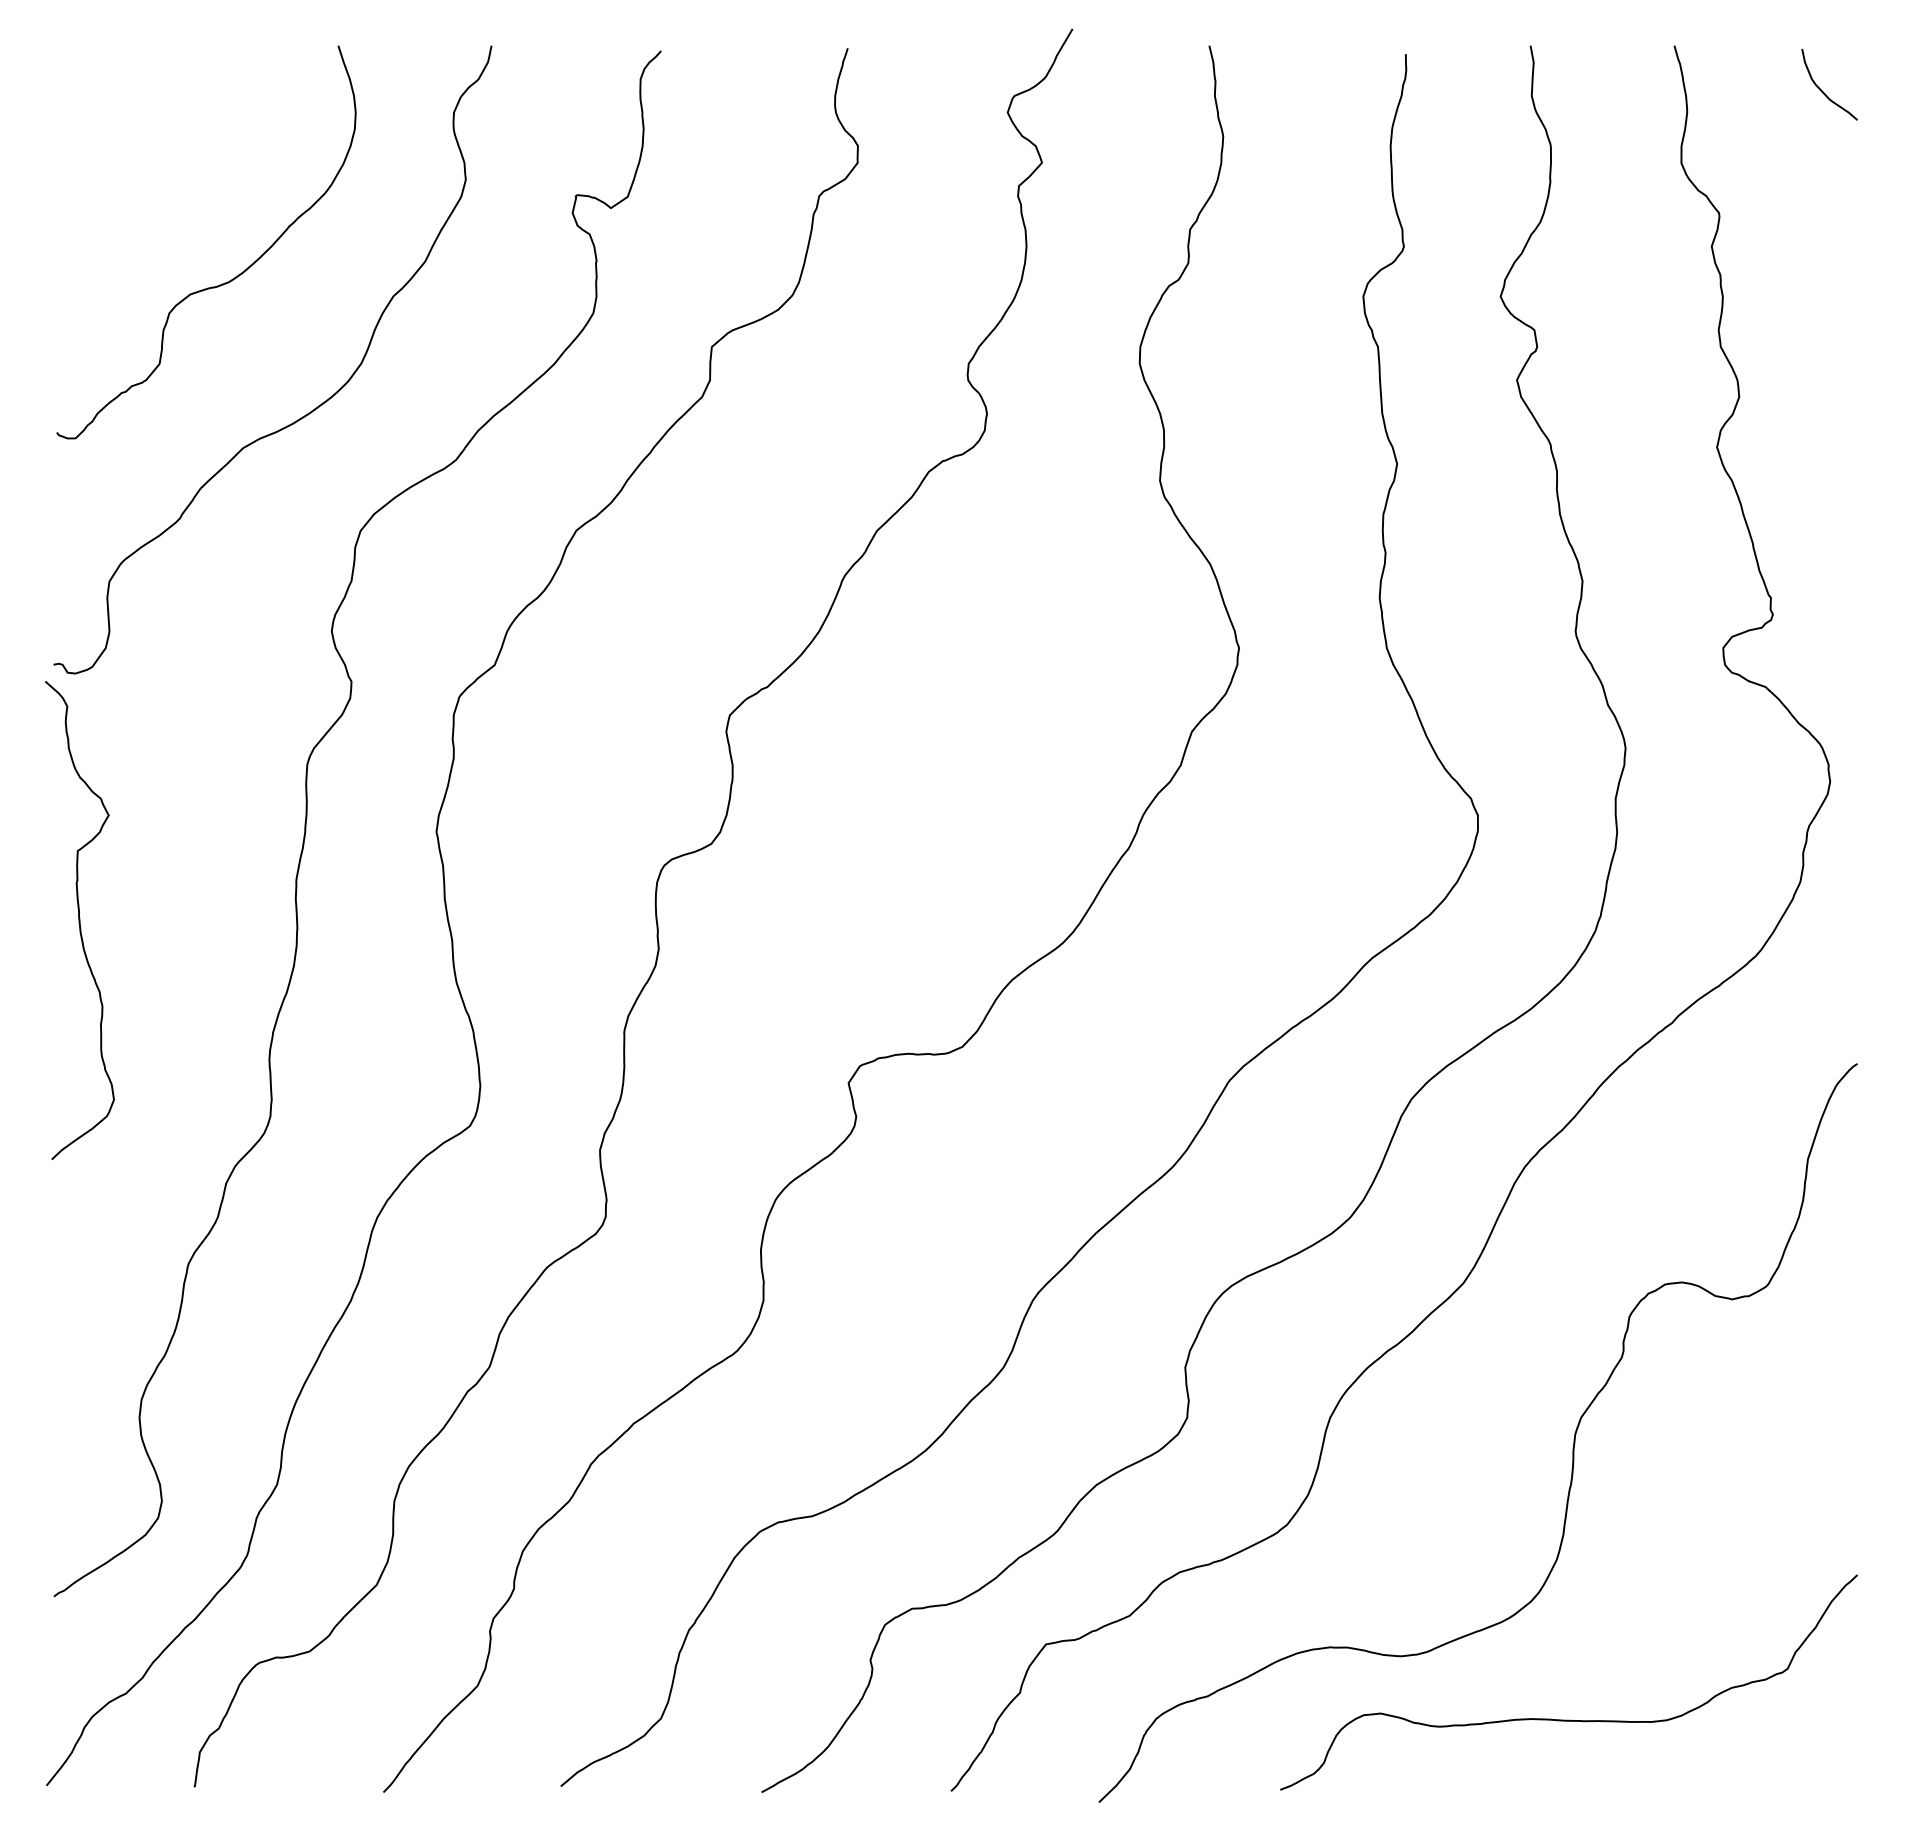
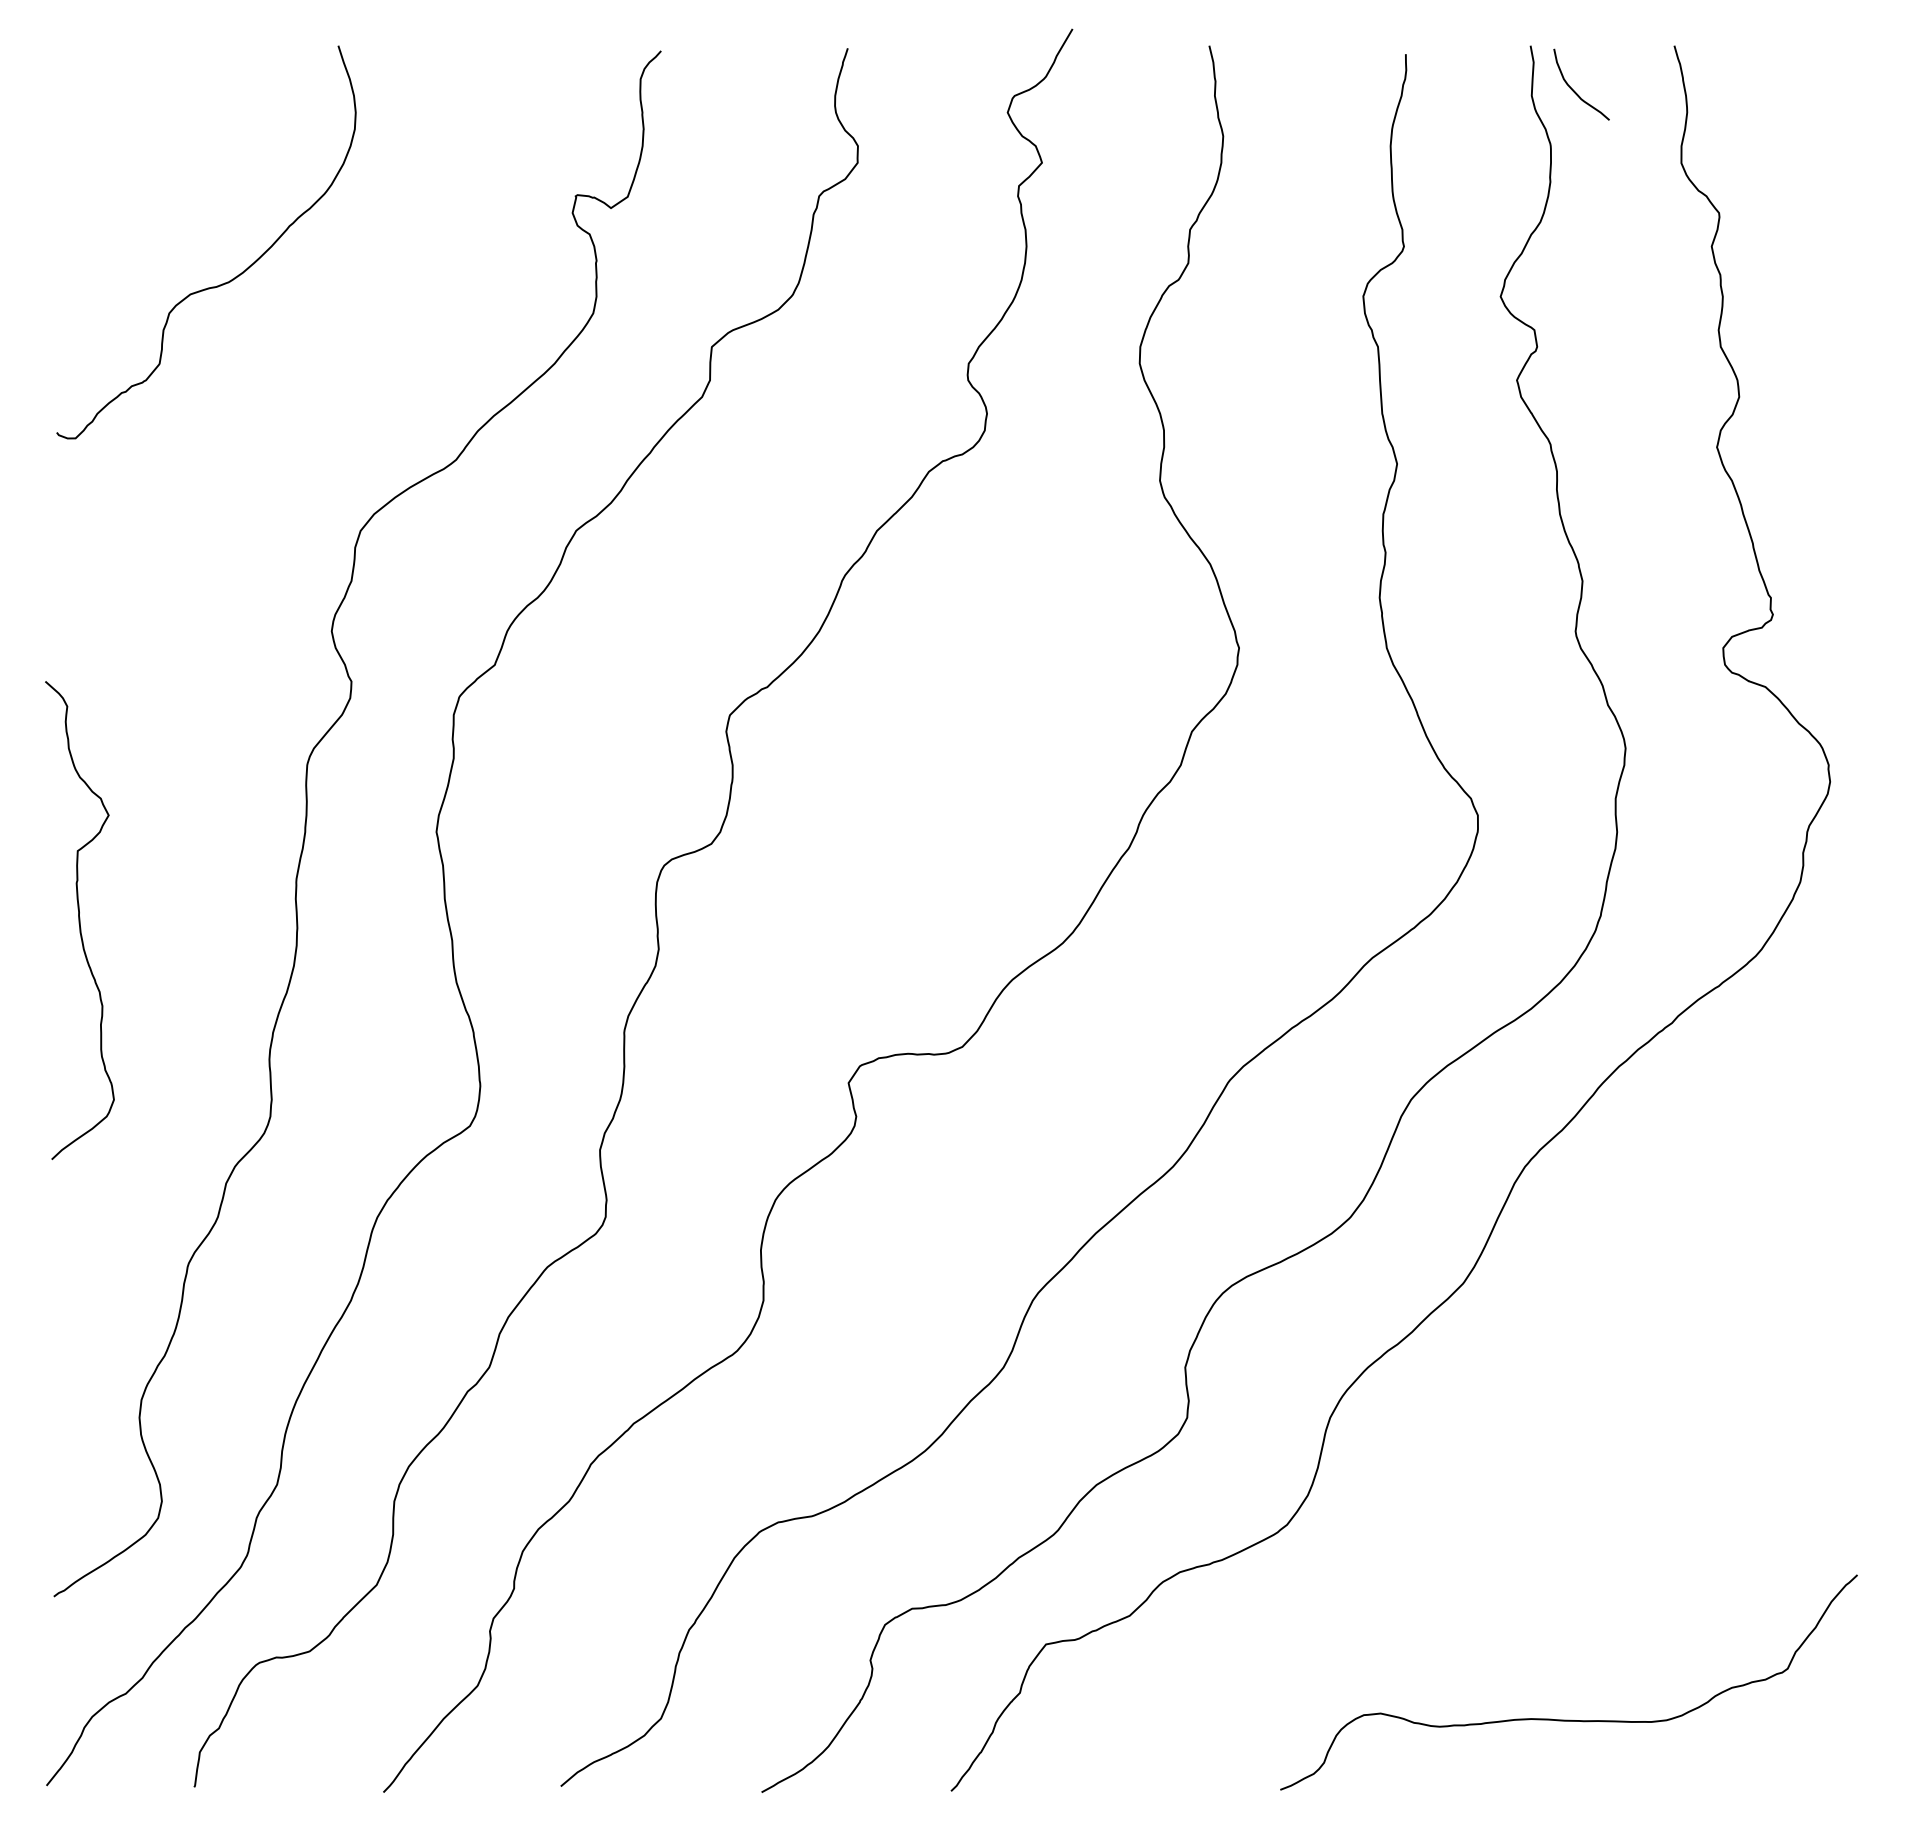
curve at (1822, 90) position: (1822, 90) -> (1574, 90)
curve at (308, 412): present -> none
curve at (1573, 1438): present -> none
